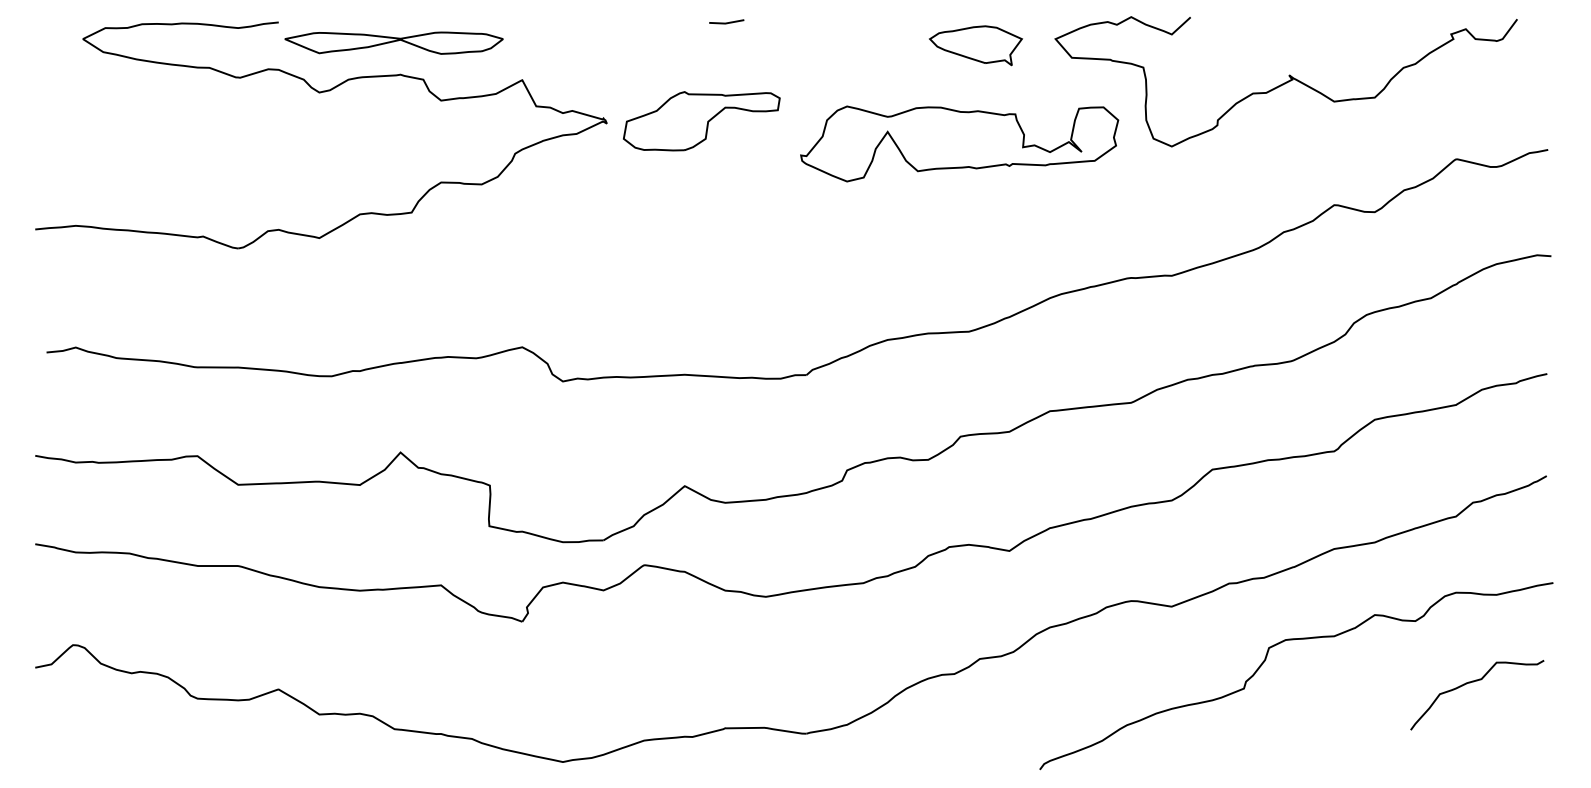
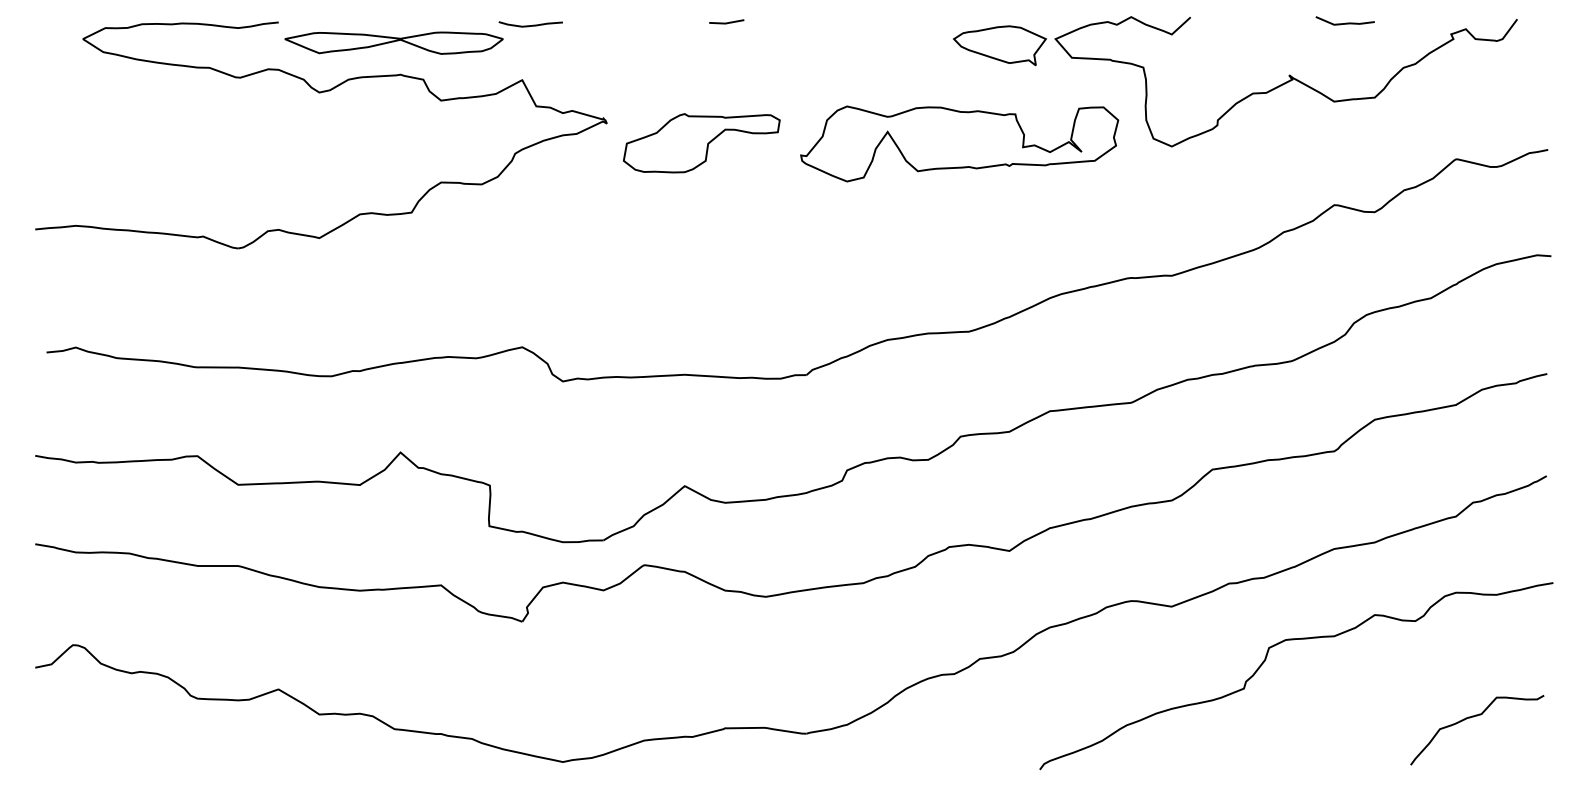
line at (1345, 22): none -> present
curve at (530, 25): none -> present
part at (975, 45) position: (975, 45) -> (999, 45)
part at (701, 121) position: (701, 121) -> (701, 143)
curve at (1473, 682) position: (1473, 682) -> (1473, 717)
